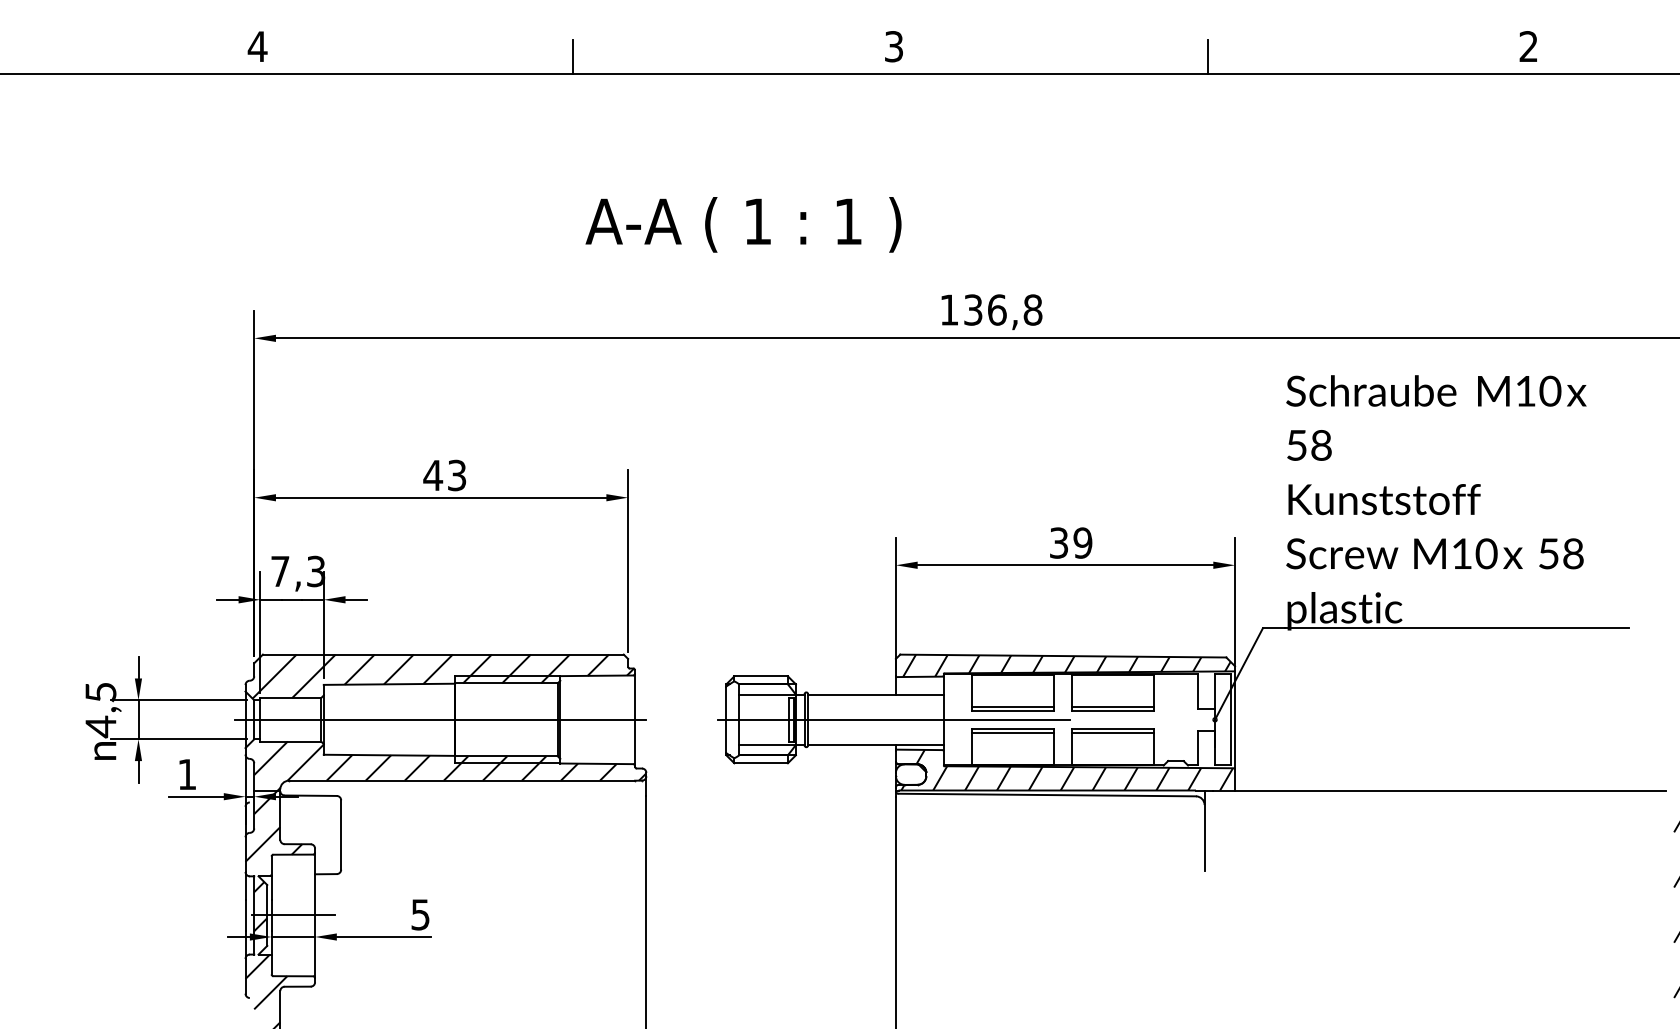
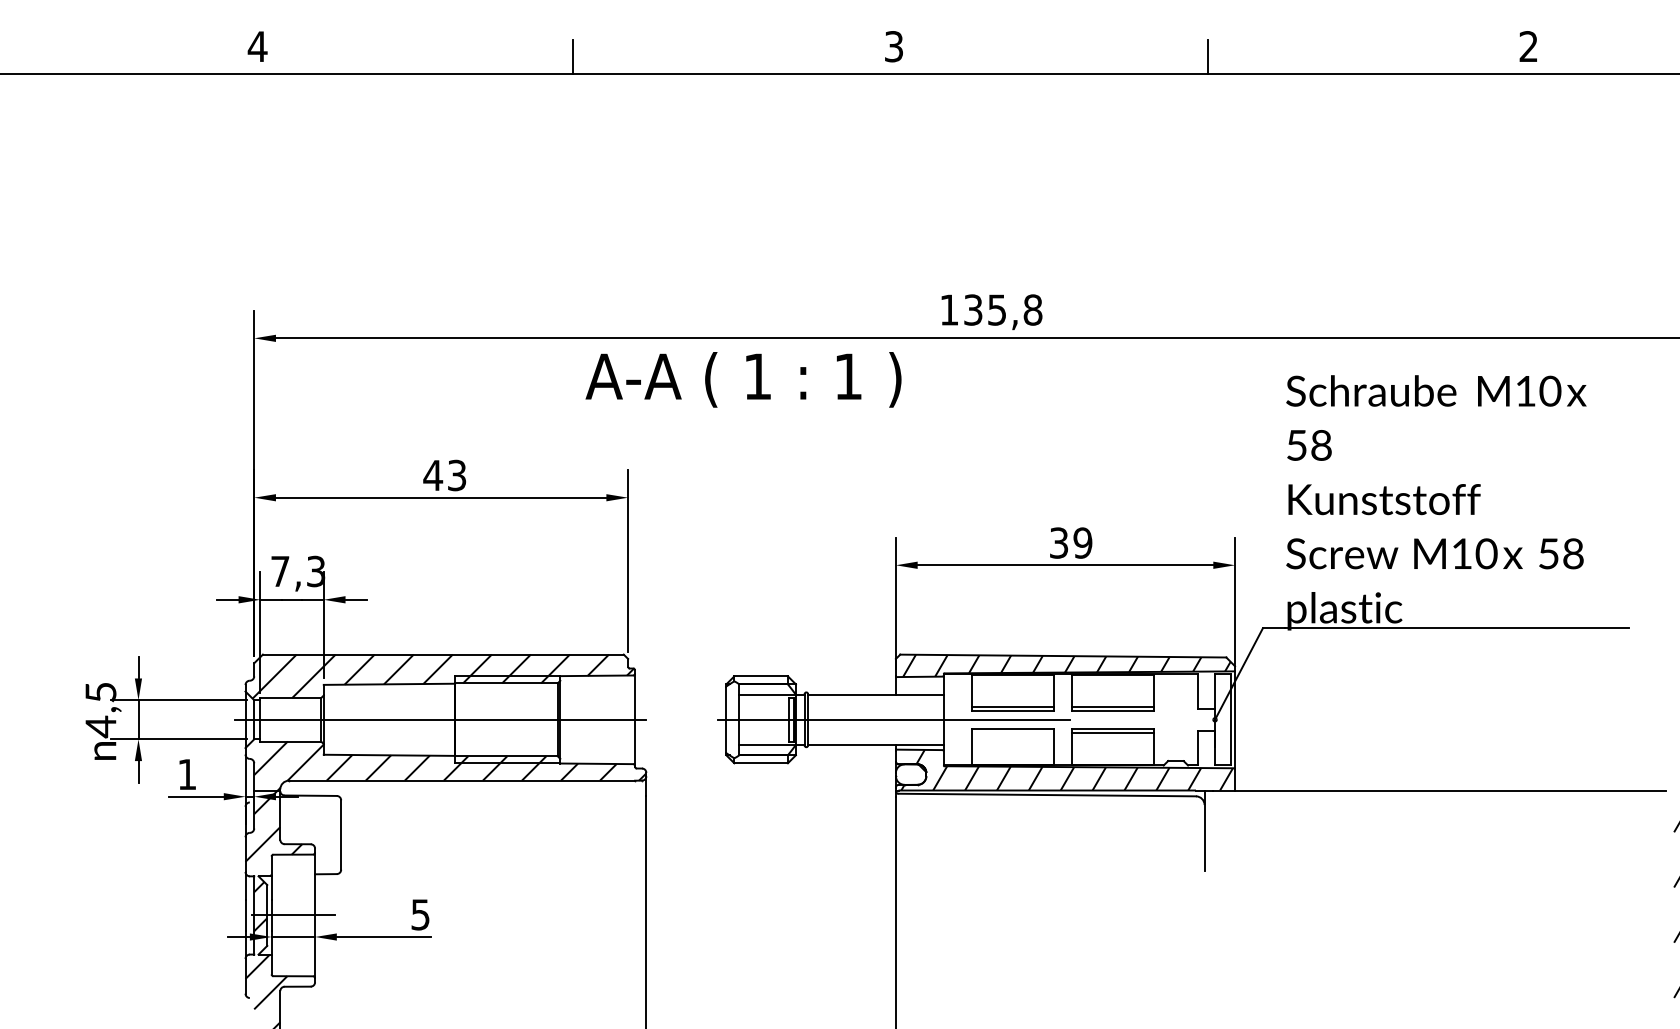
text at (743, 224) position: (743, 224) -> (743, 379)
text at (997, 309): 136,8 -> 135,8
line at (1012, 732): present -> none
